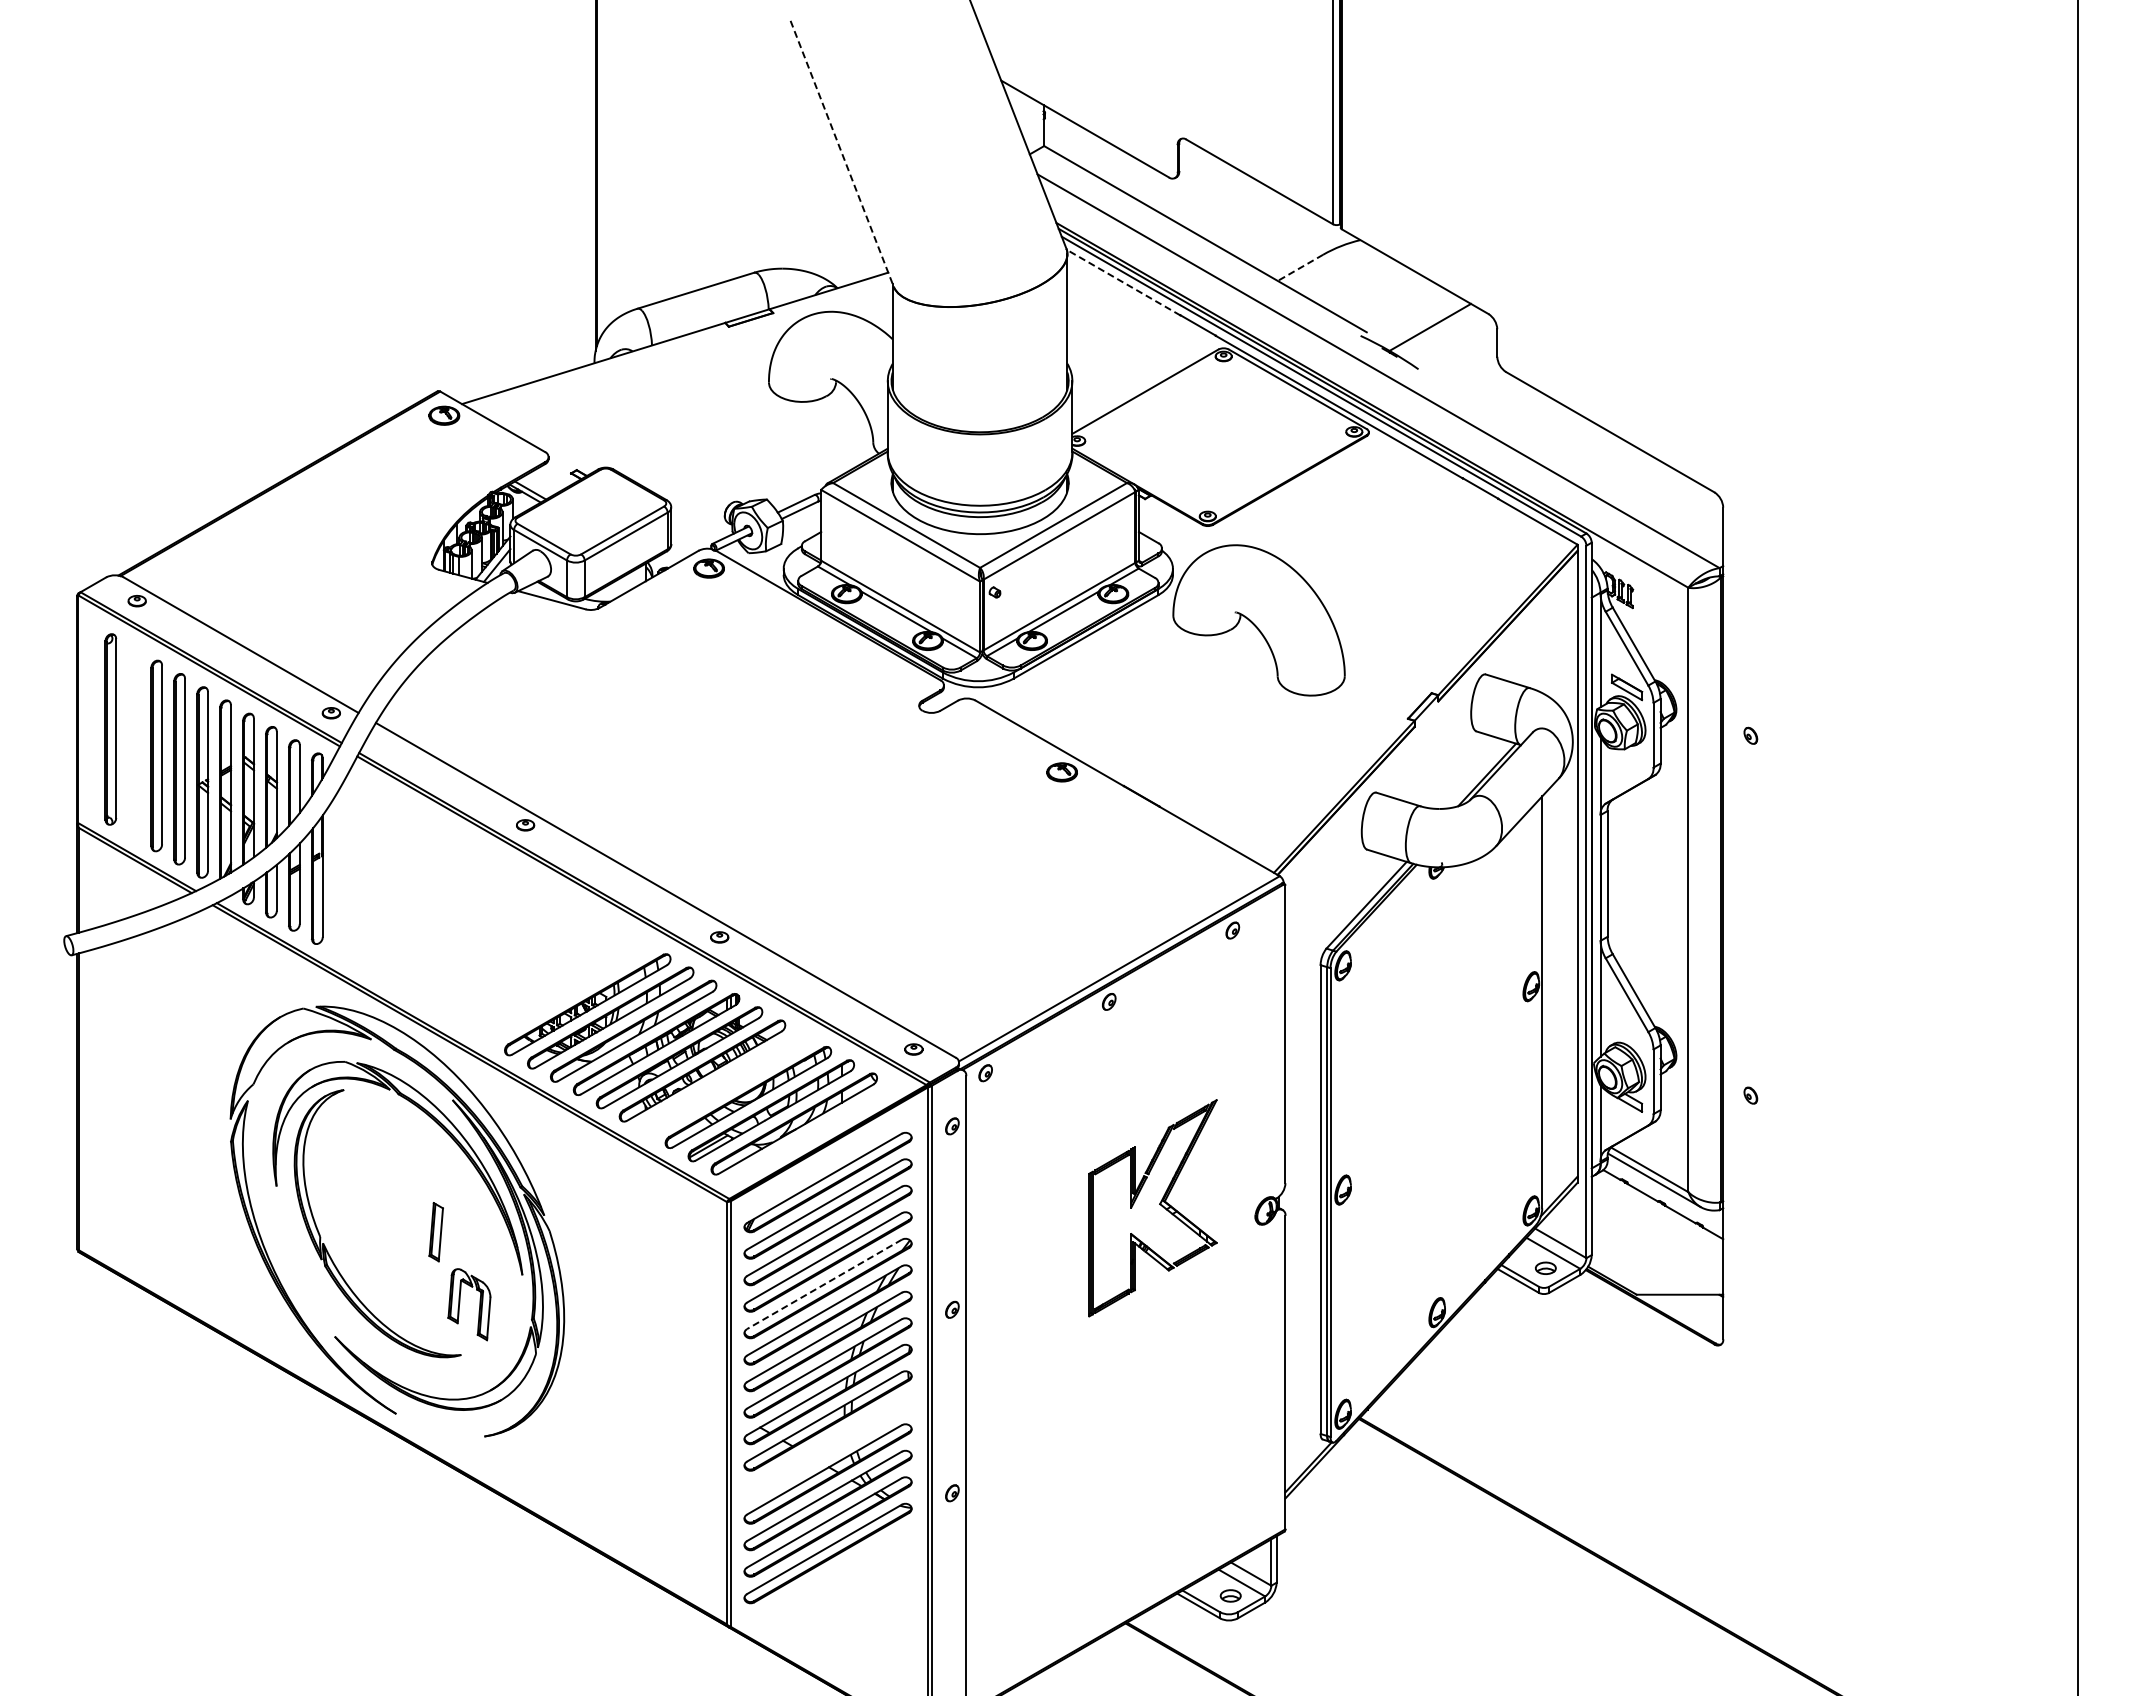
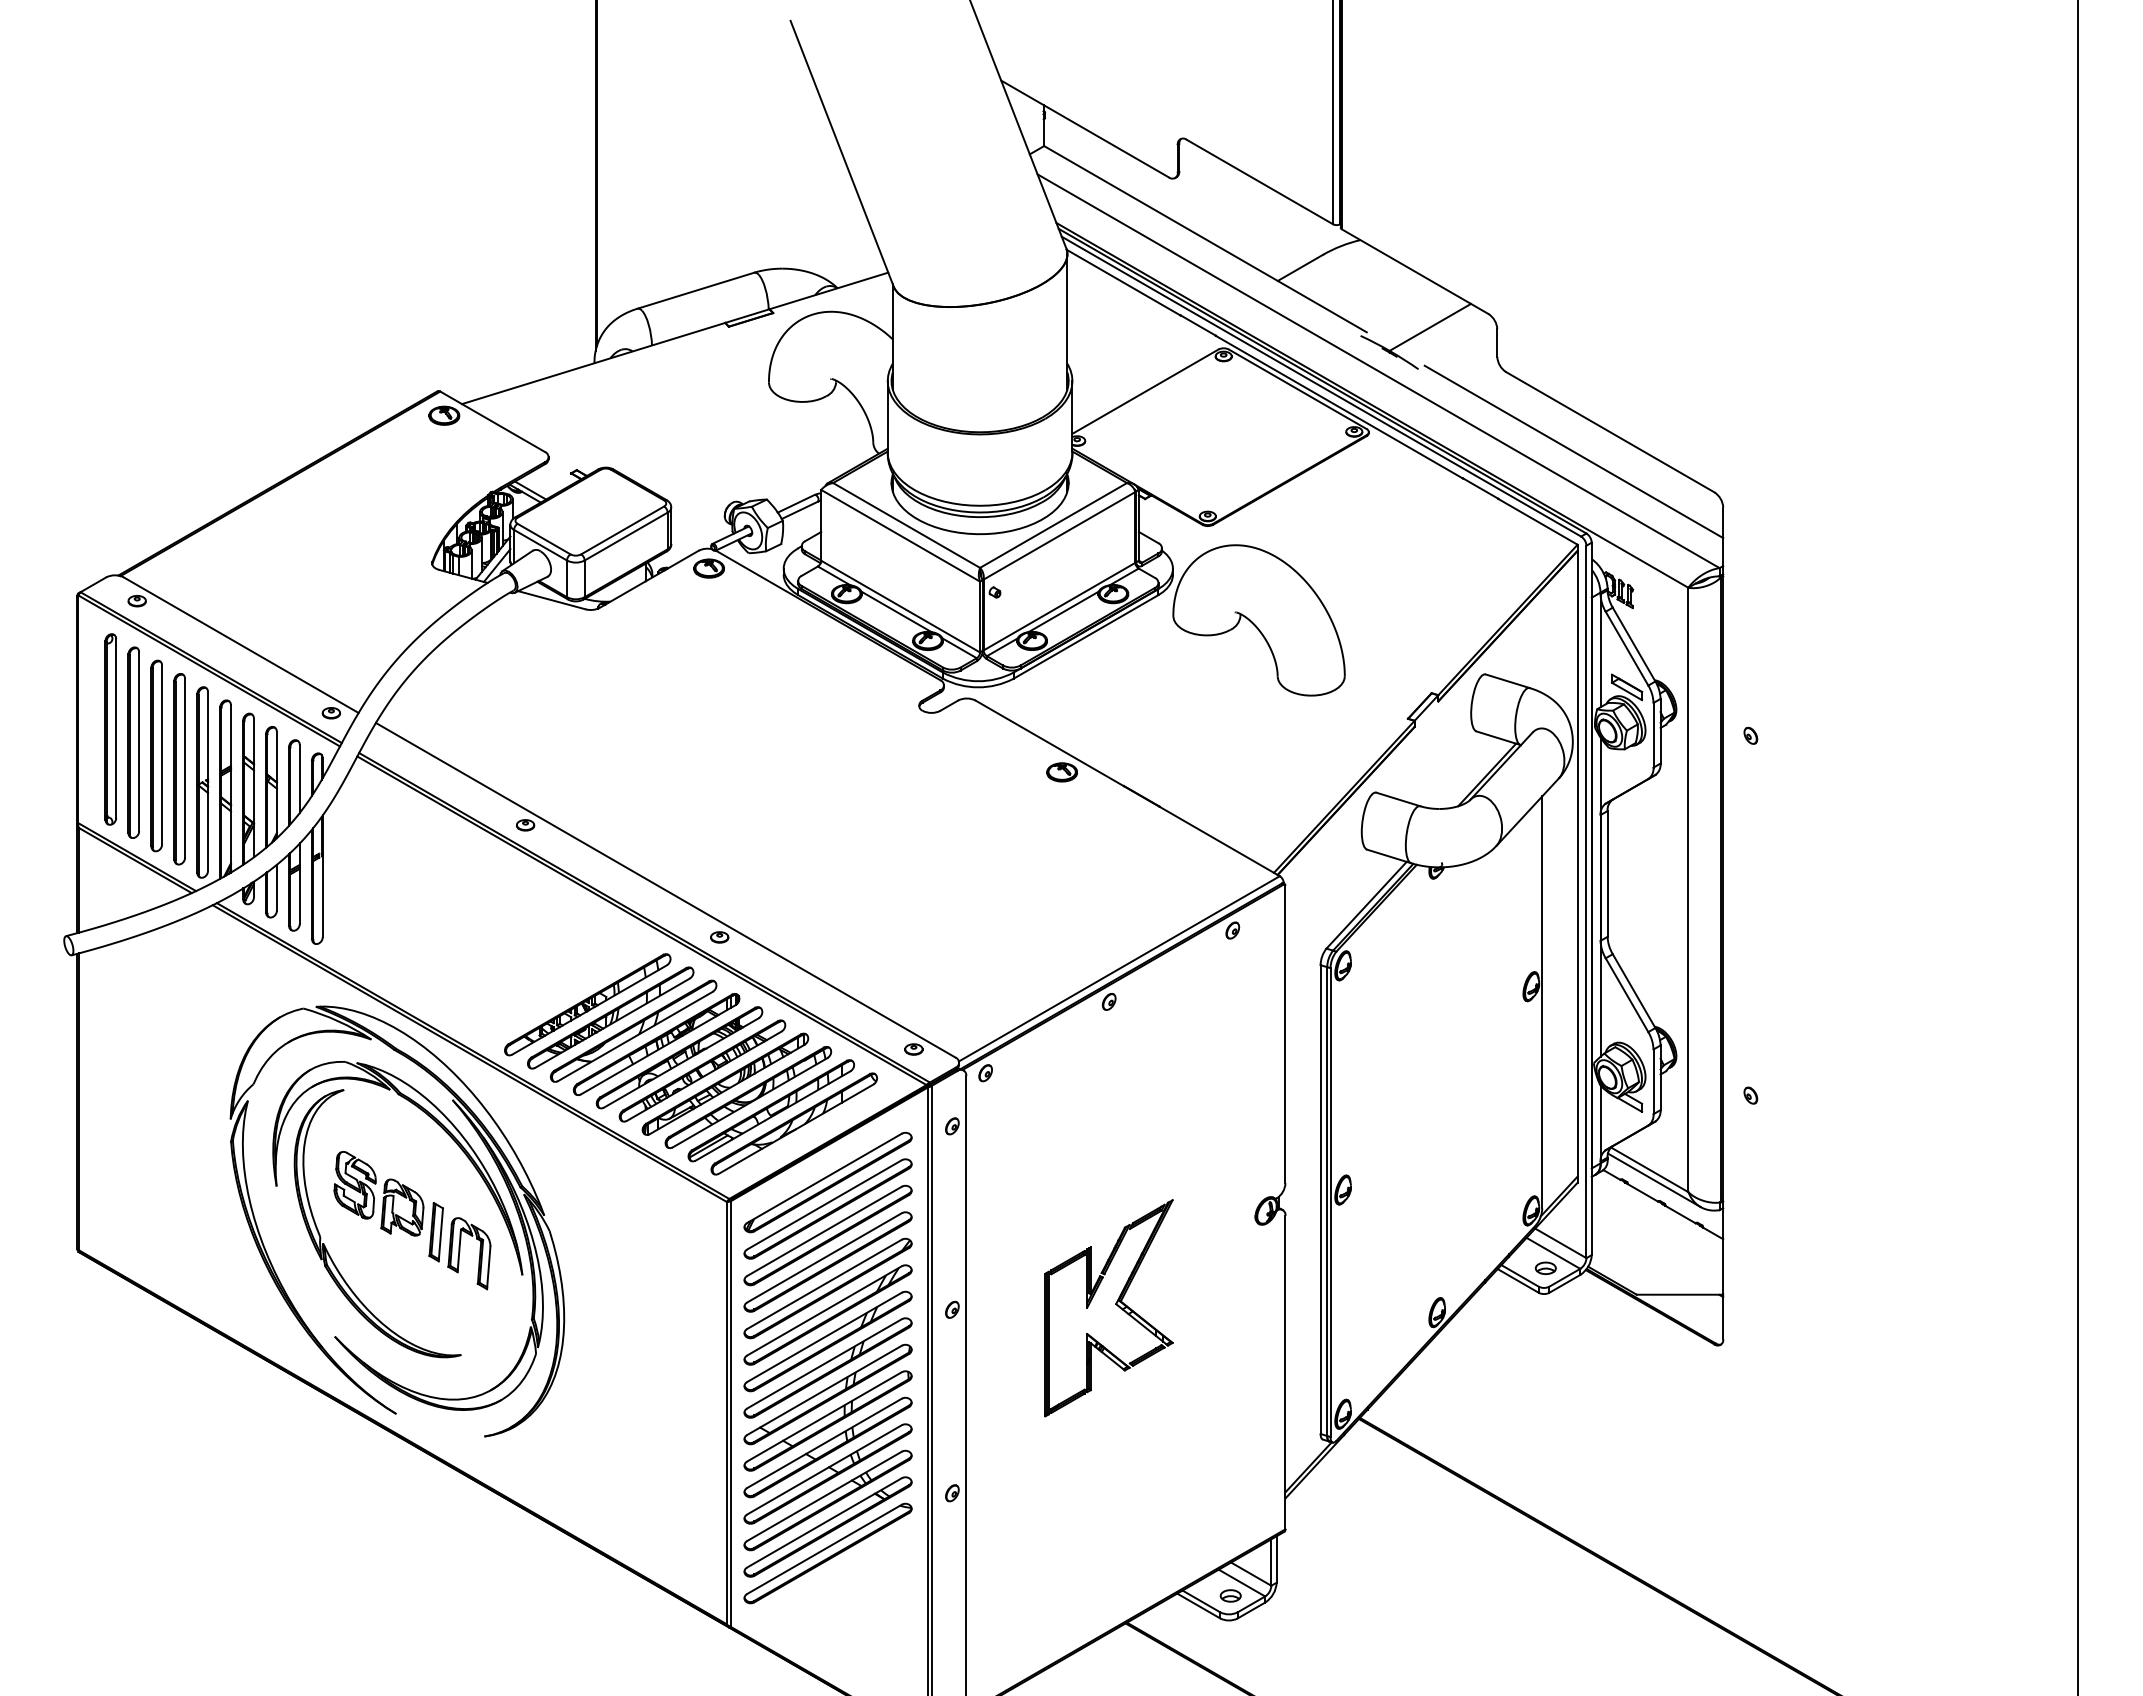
line at (842, 153): dashed -> solid
line at (1300, 268): dashed -> solid
line at (1123, 282): dashed -> solid
line at (1573, 451): none -> present
part at (133, 742): none -> present
part at (725, 1083): none -> present
part at (378, 1193): none -> present
part at (1152, 1208) position: (1152, 1208) -> (1108, 1308)
line at (824, 1284): dashed -> solid
part at (460, 1303) position: (460, 1303) -> (460, 1252)
part at (827, 1447): none -> present
